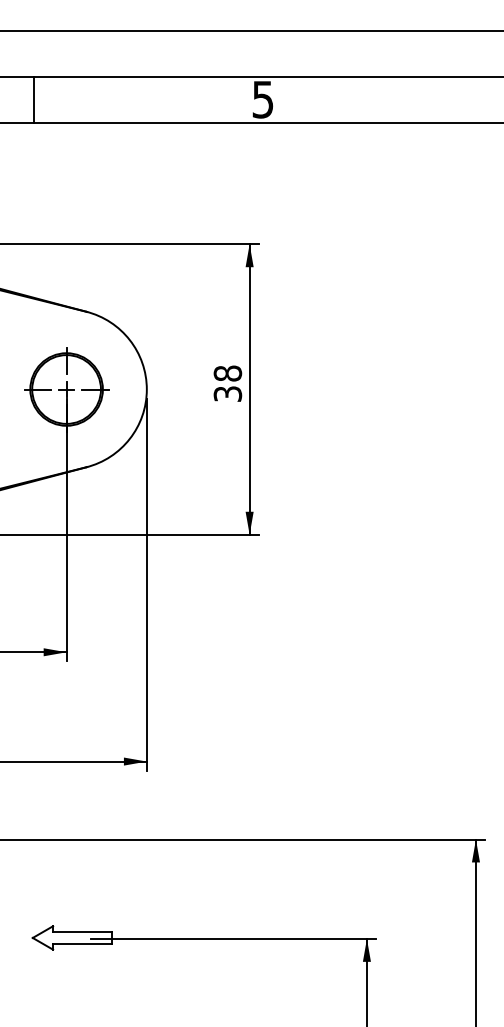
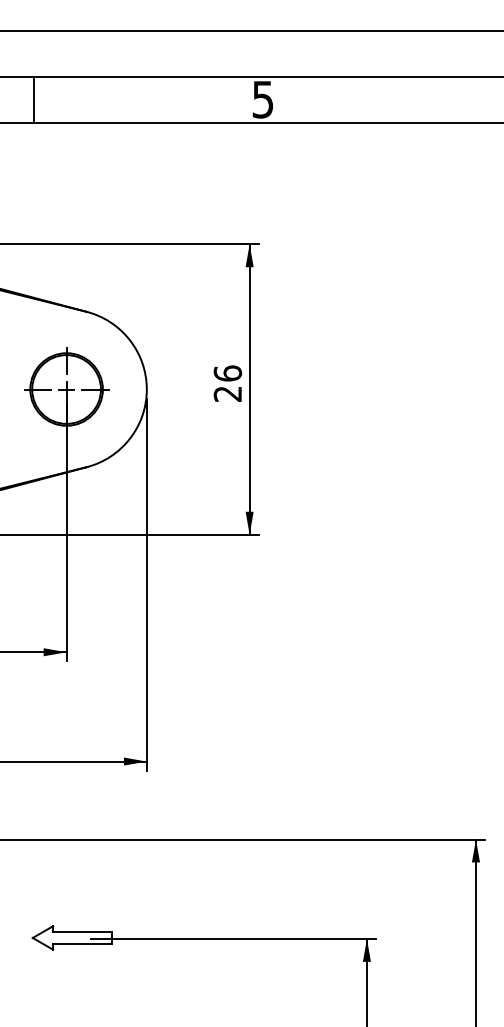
text at (227, 383): 38 -> 26
